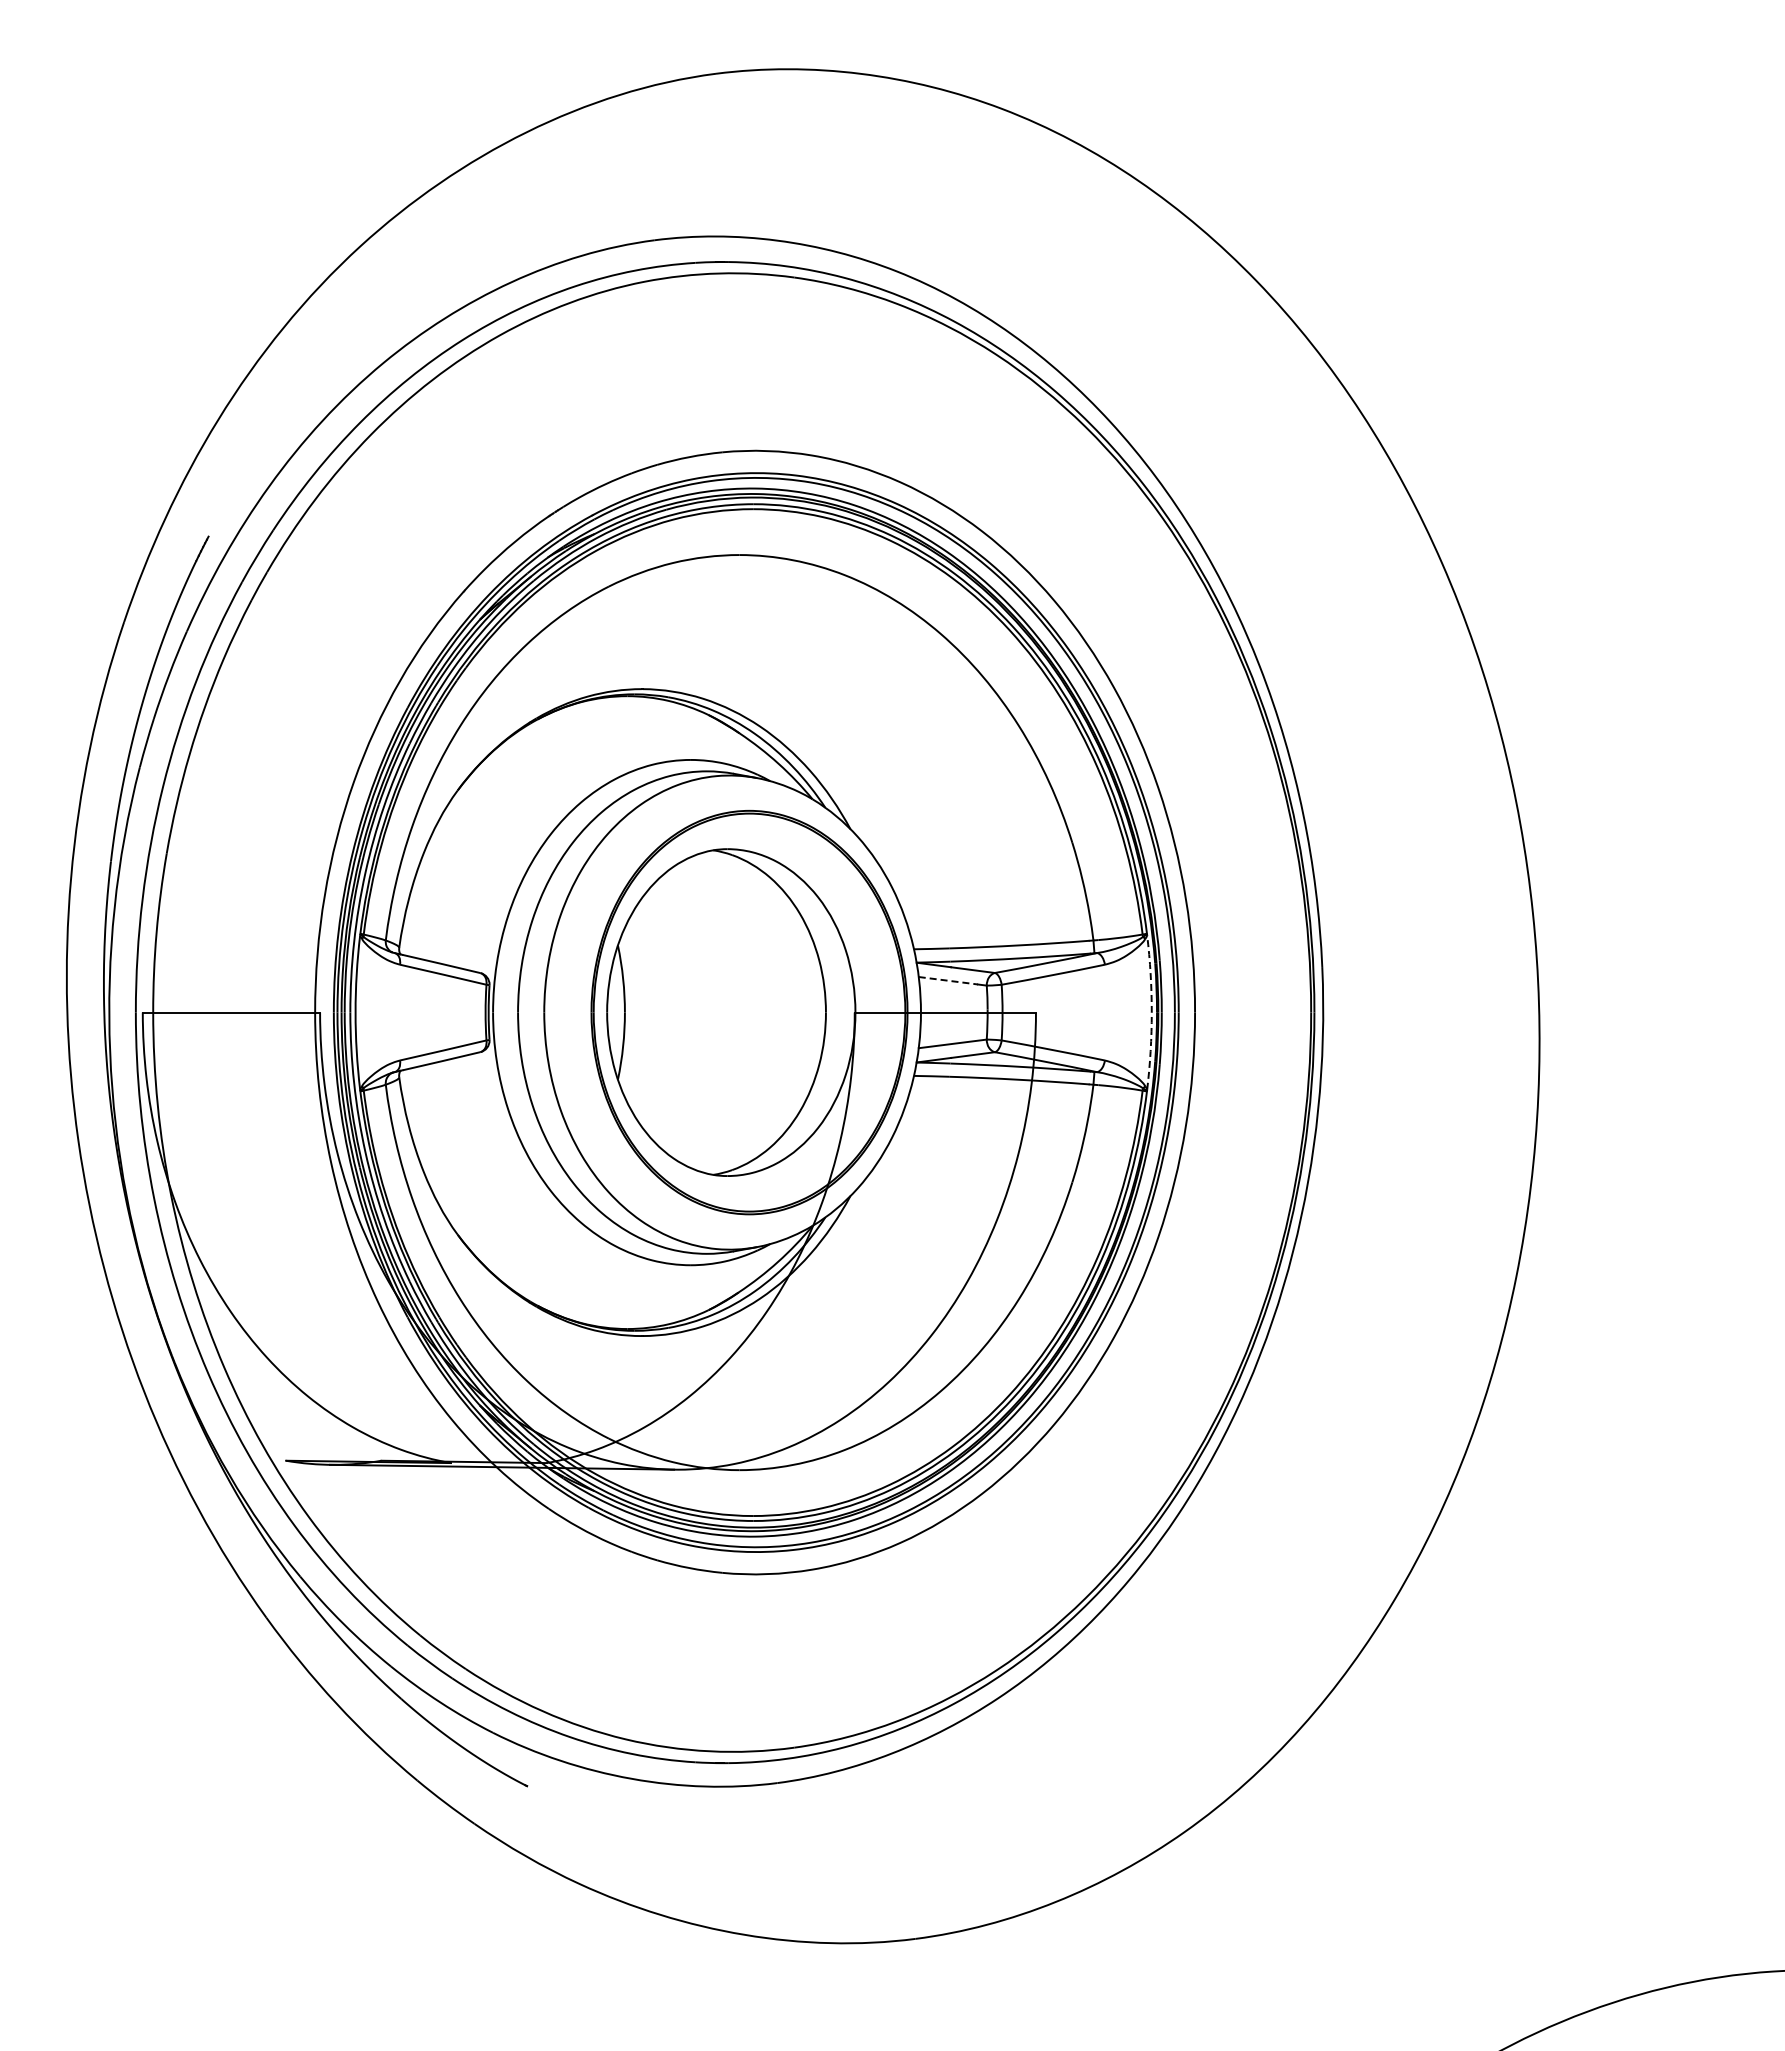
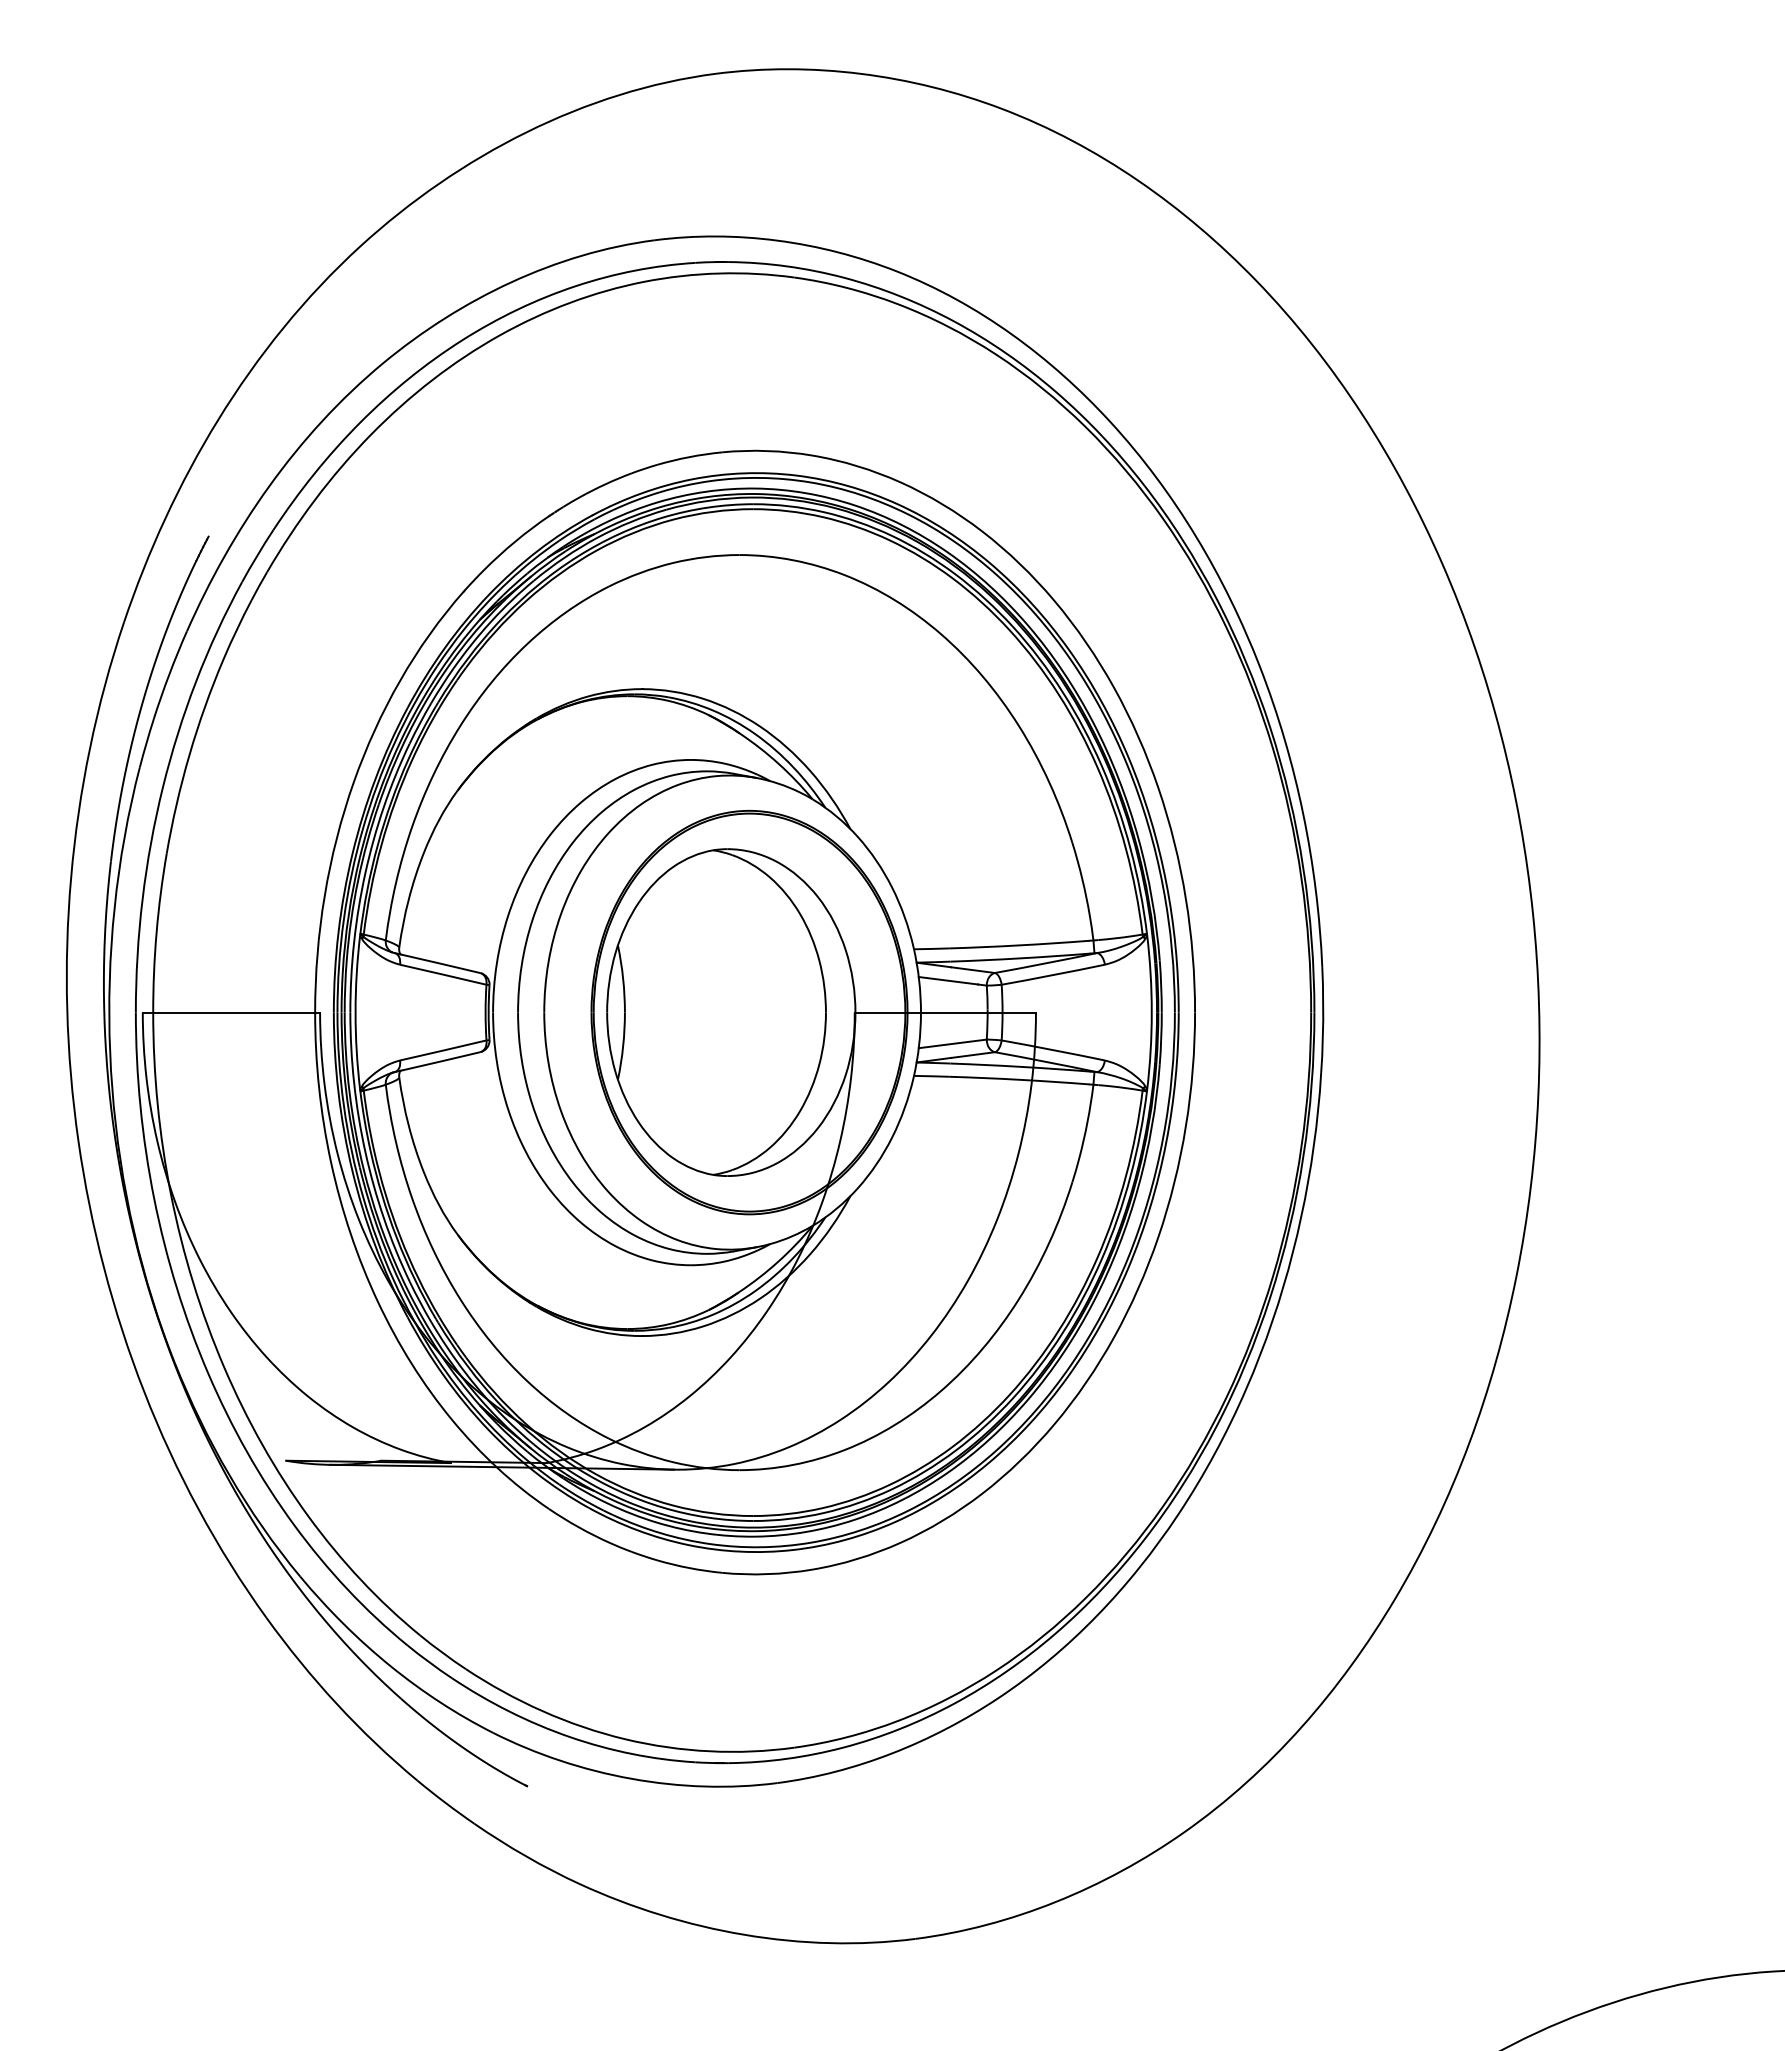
line at (948, 980): dashed -> solid
arc at (1151, 1012): dashed -> solid
